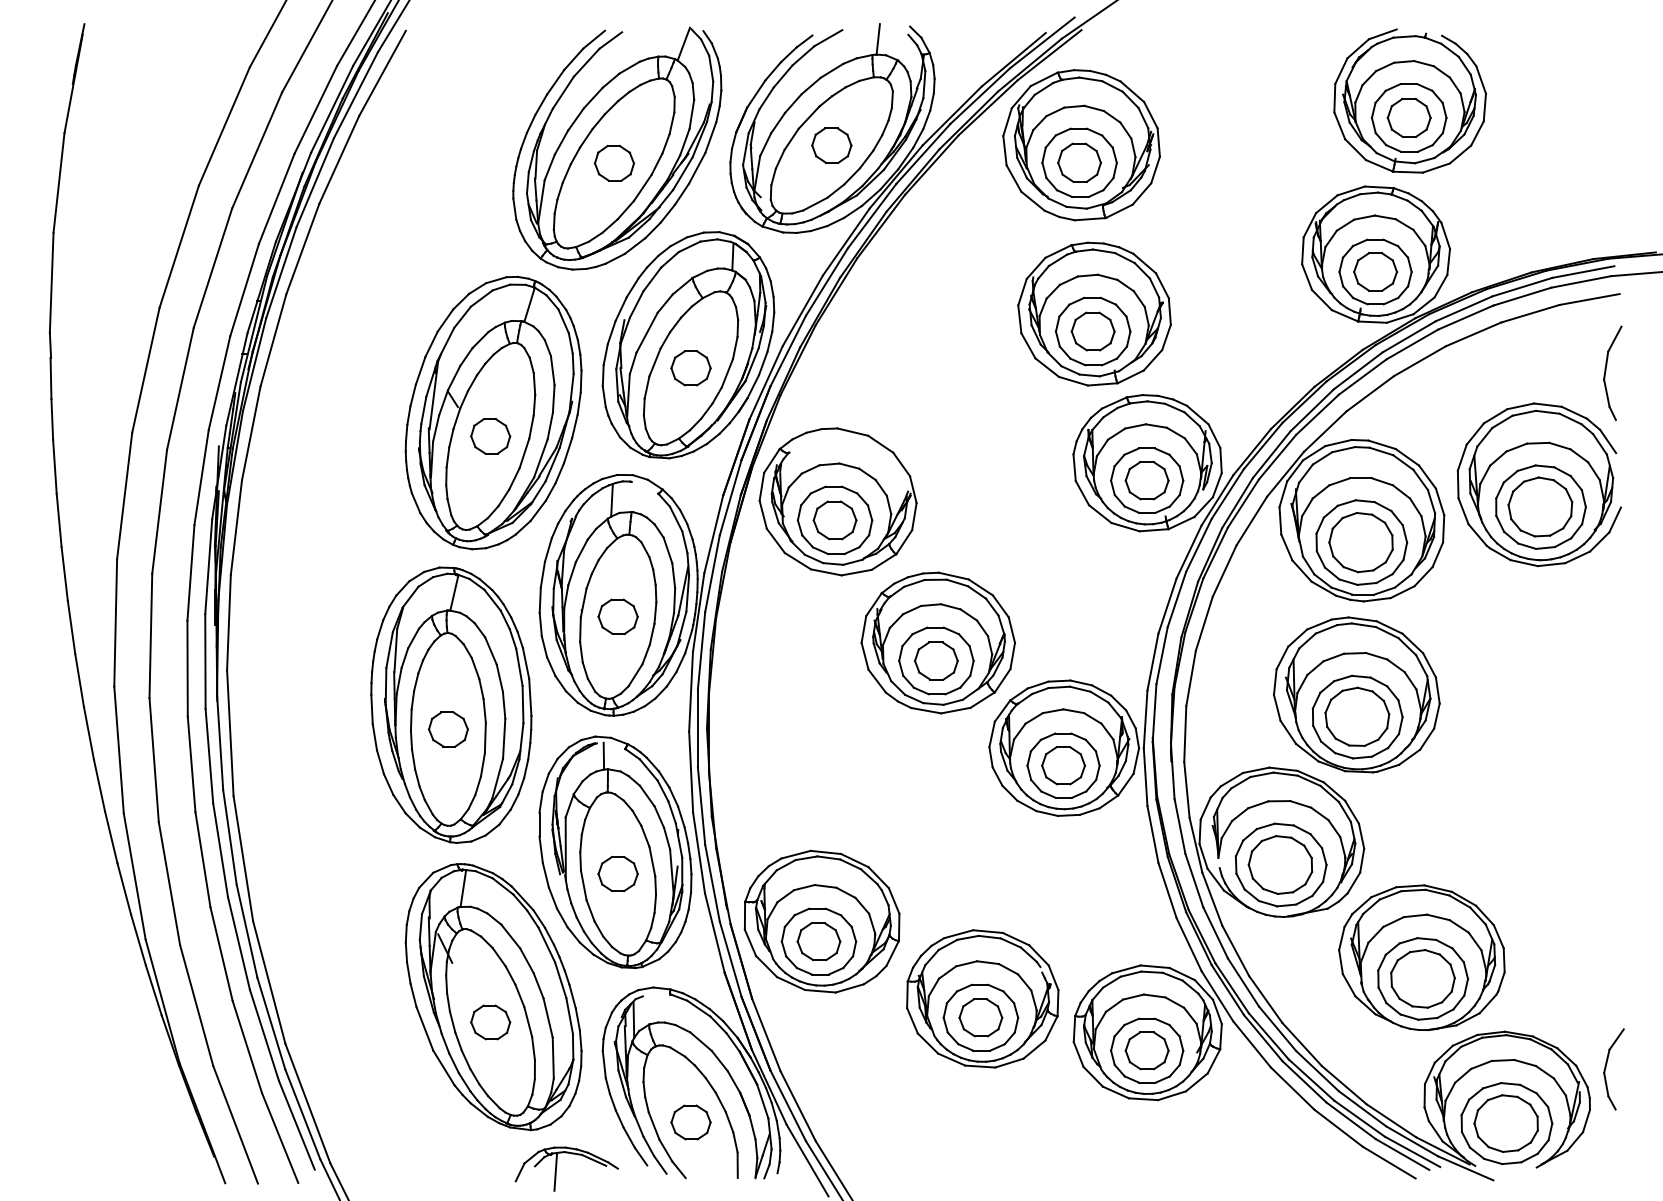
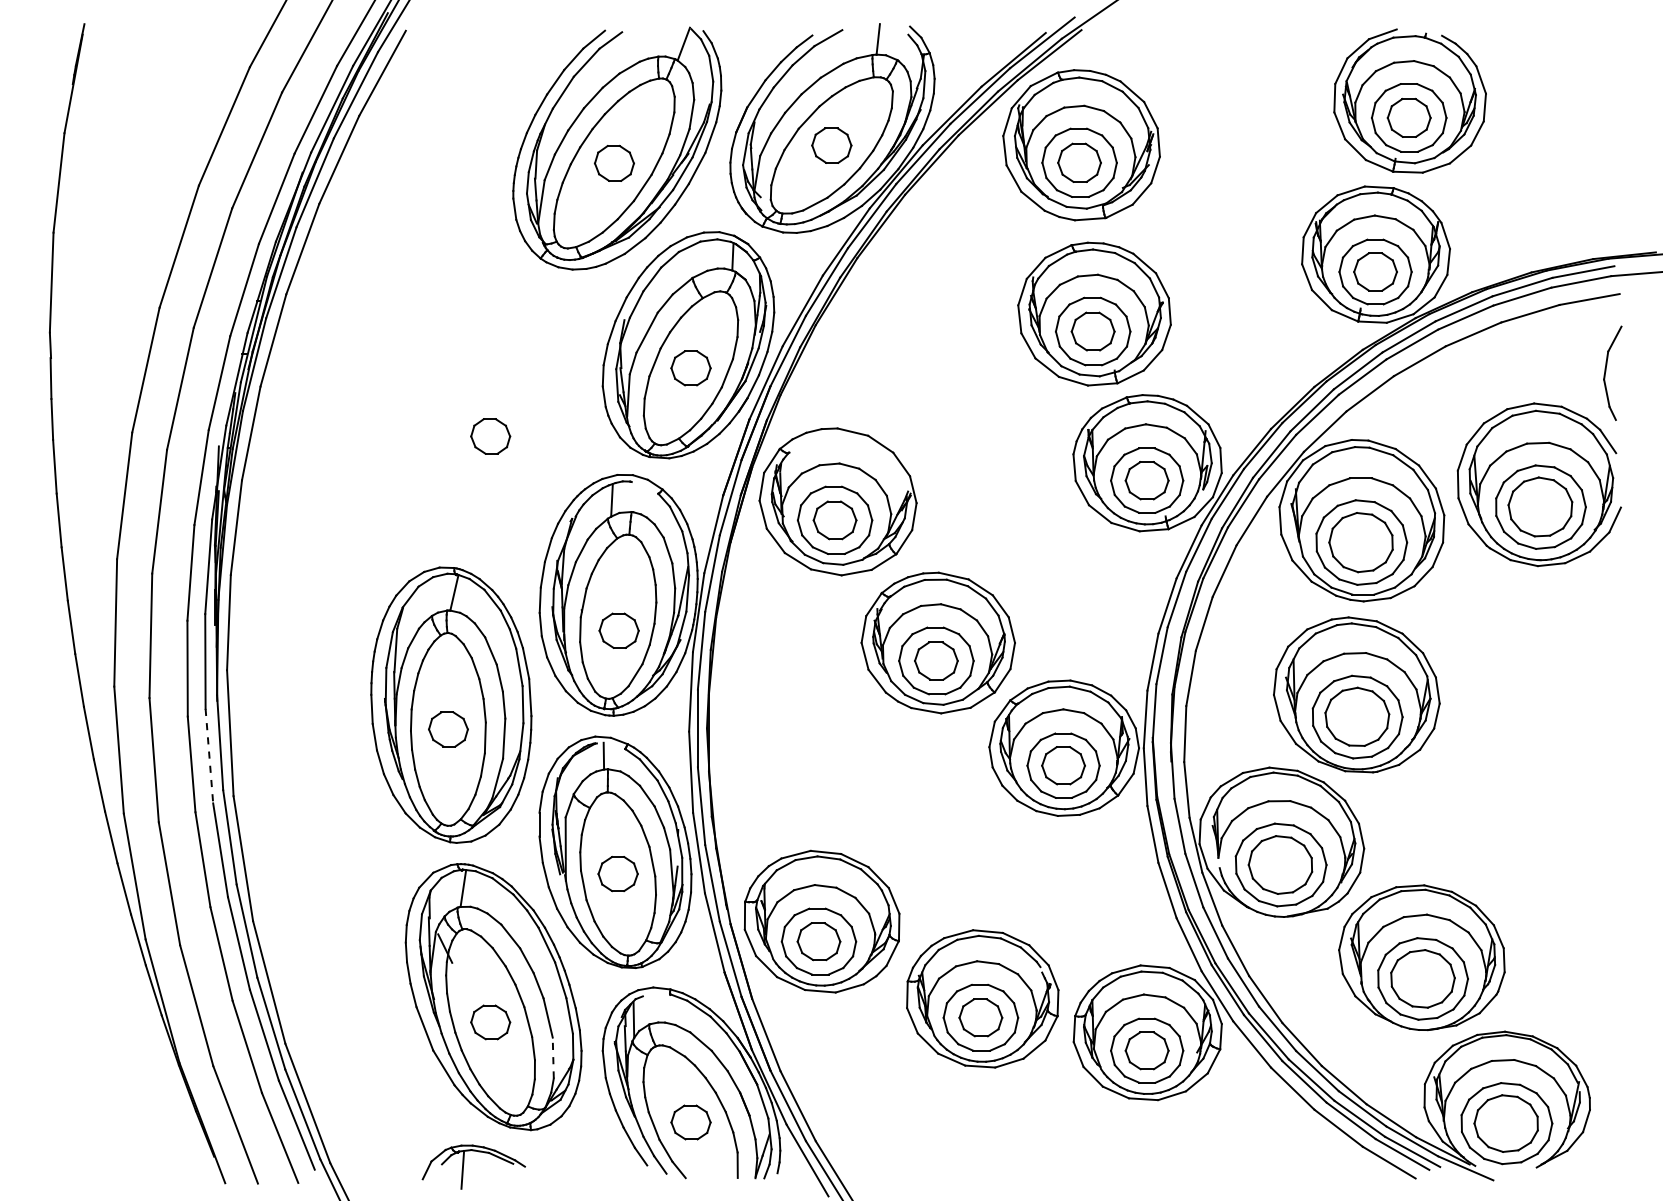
part at (493, 412): present -> none
part at (617, 616) position: (617, 616) -> (618, 630)
line at (209, 756): solid -> dashed
line at (553, 1057): solid -> dashed
part at (1606, 1068): present -> none
part at (557, 1166) position: (557, 1166) -> (464, 1164)
